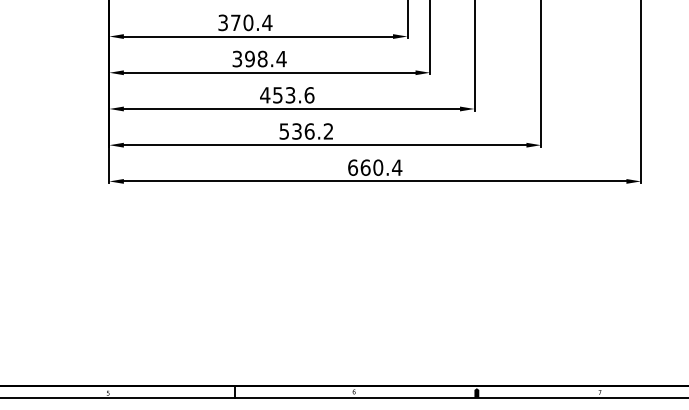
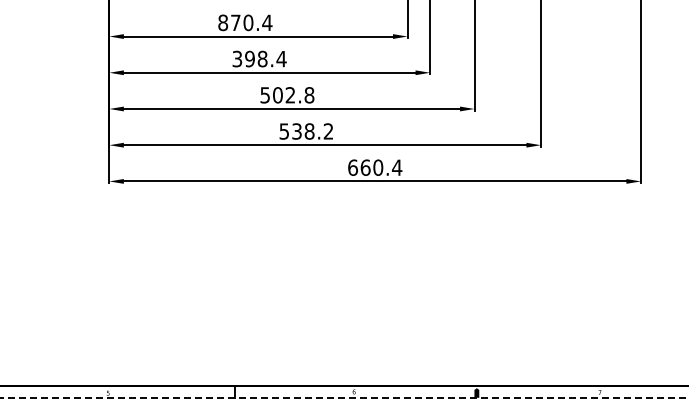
text at (223, 22): 370.4 -> 870.4
text at (287, 95): 453.6 -> 502.8
text at (309, 131): 536.2 -> 538.2
line at (344, 397): solid -> dashed
